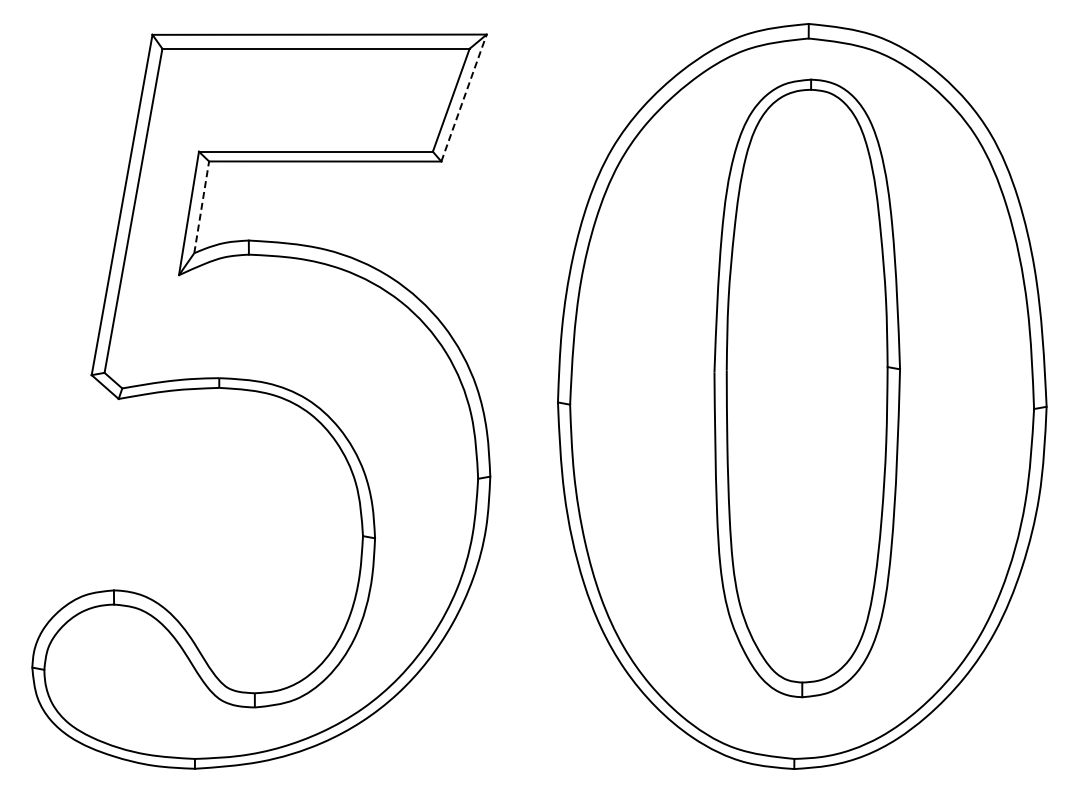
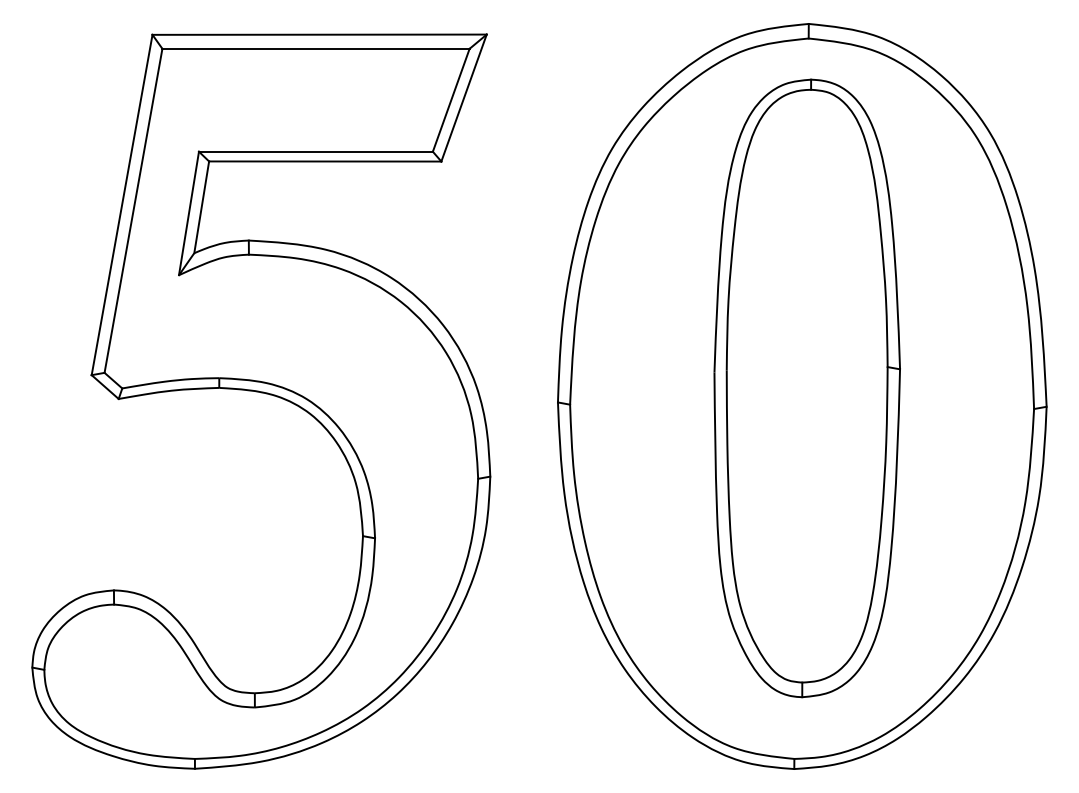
line at (464, 97): dashed -> solid
line at (201, 206): dashed -> solid
